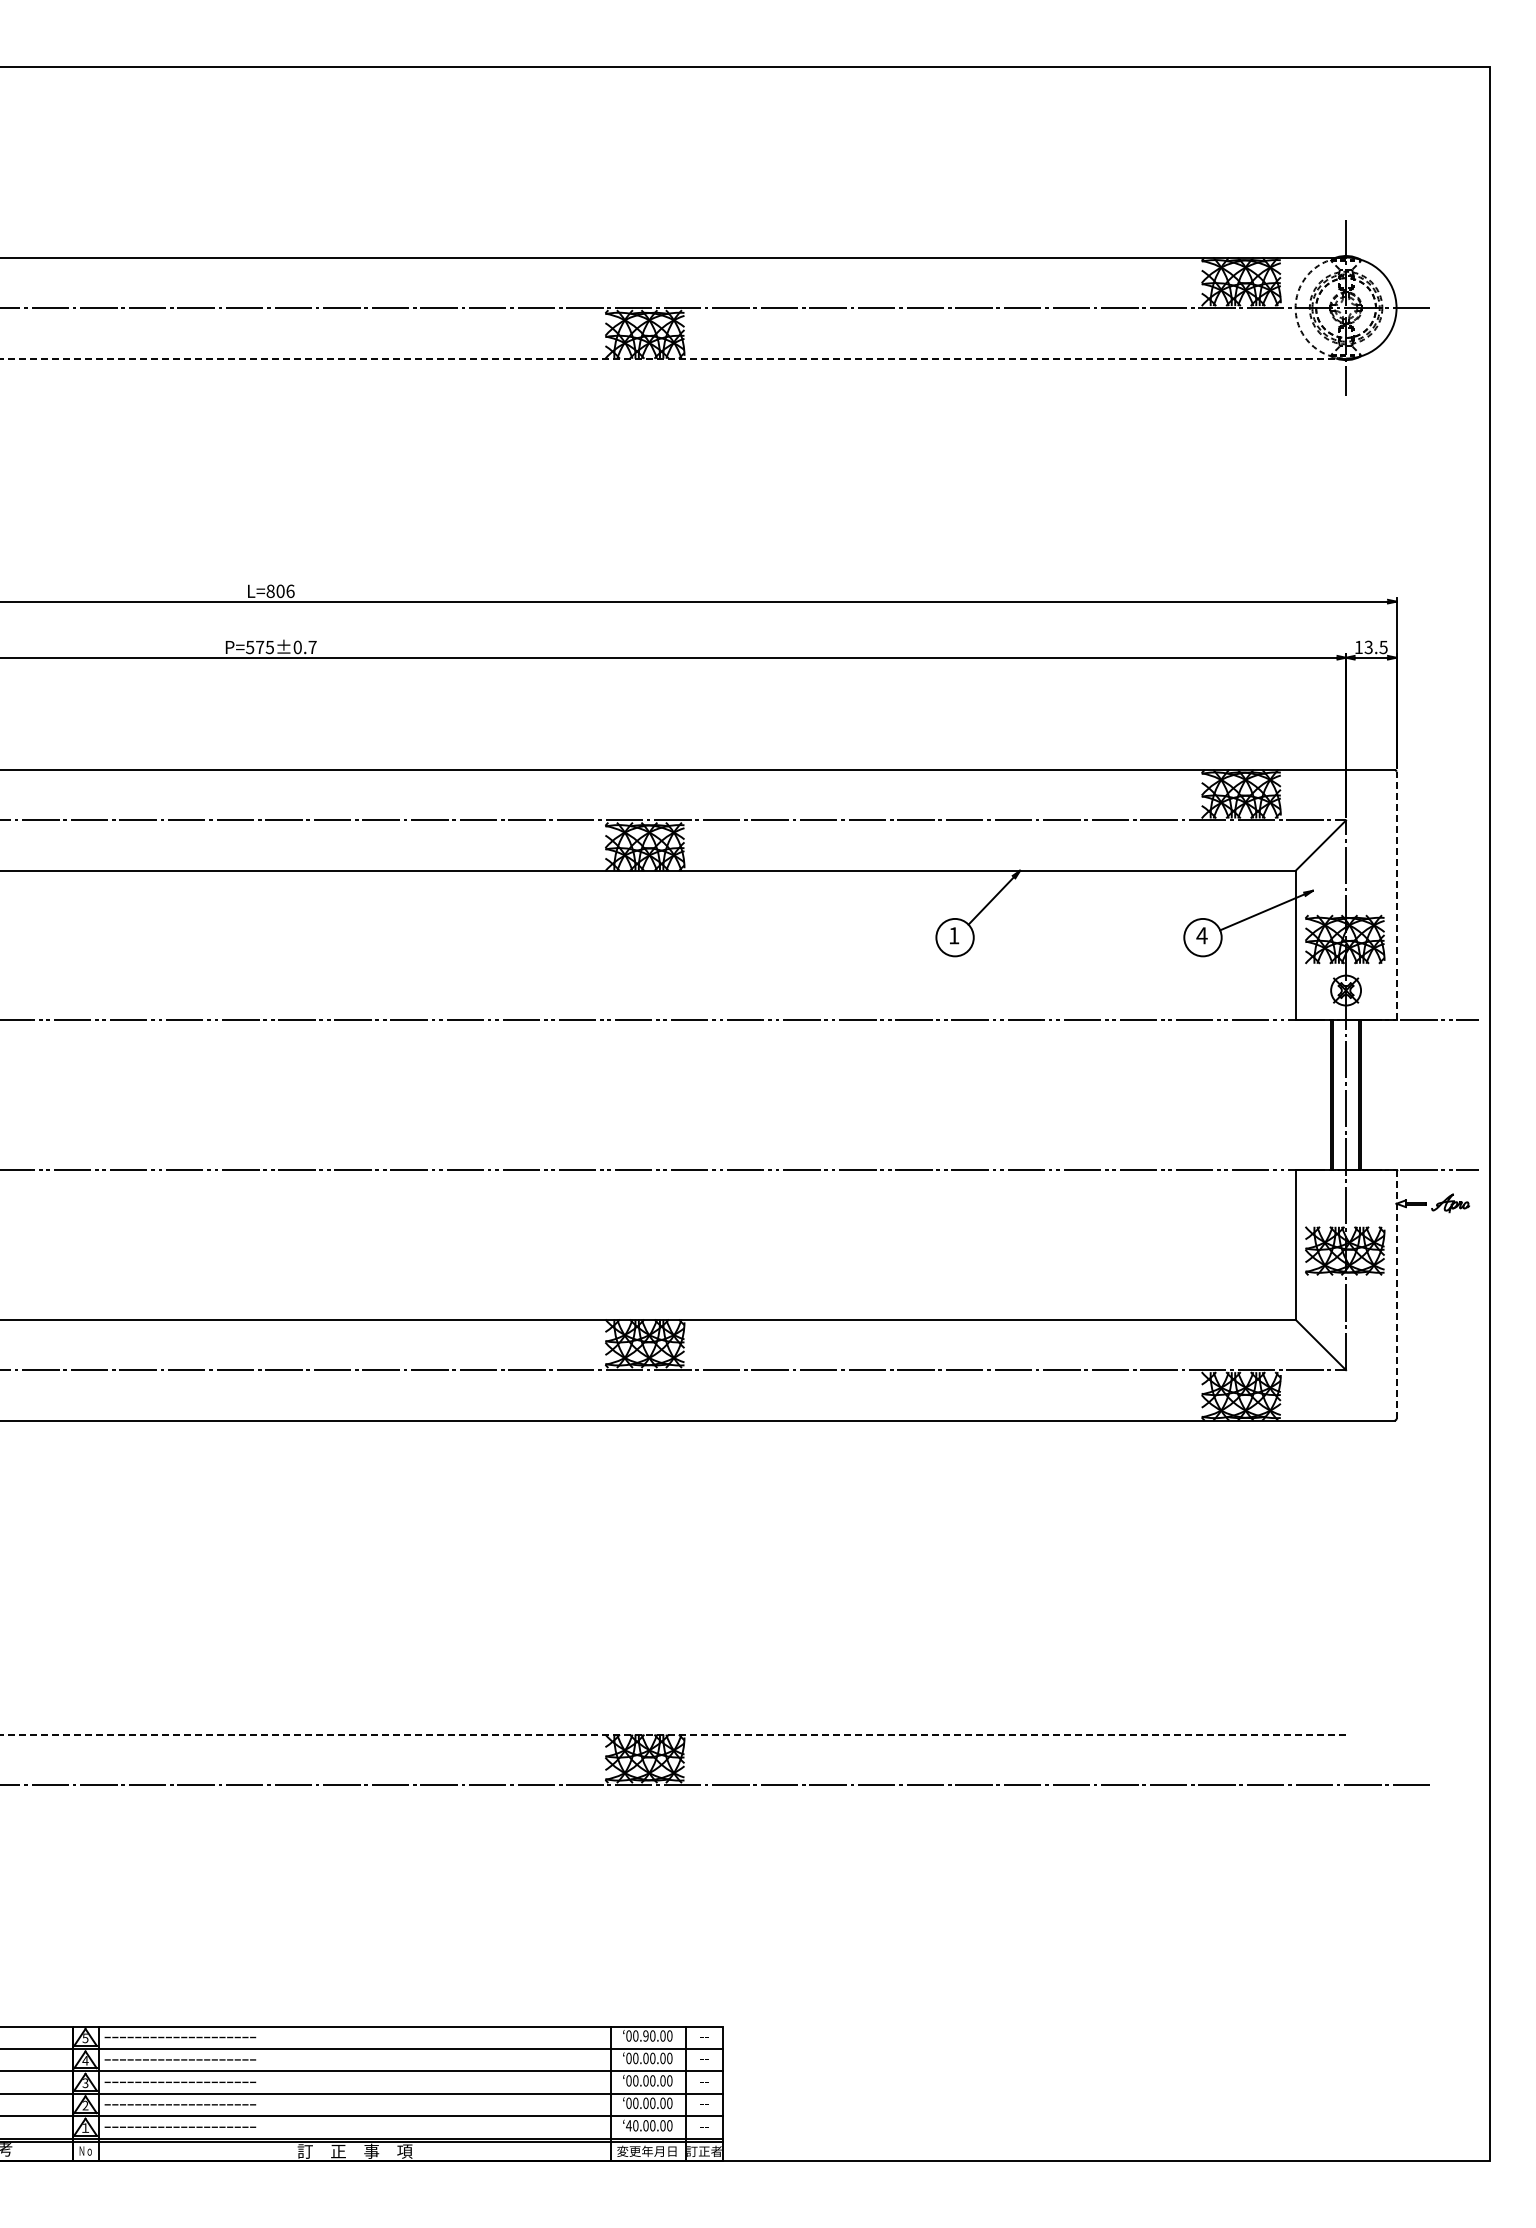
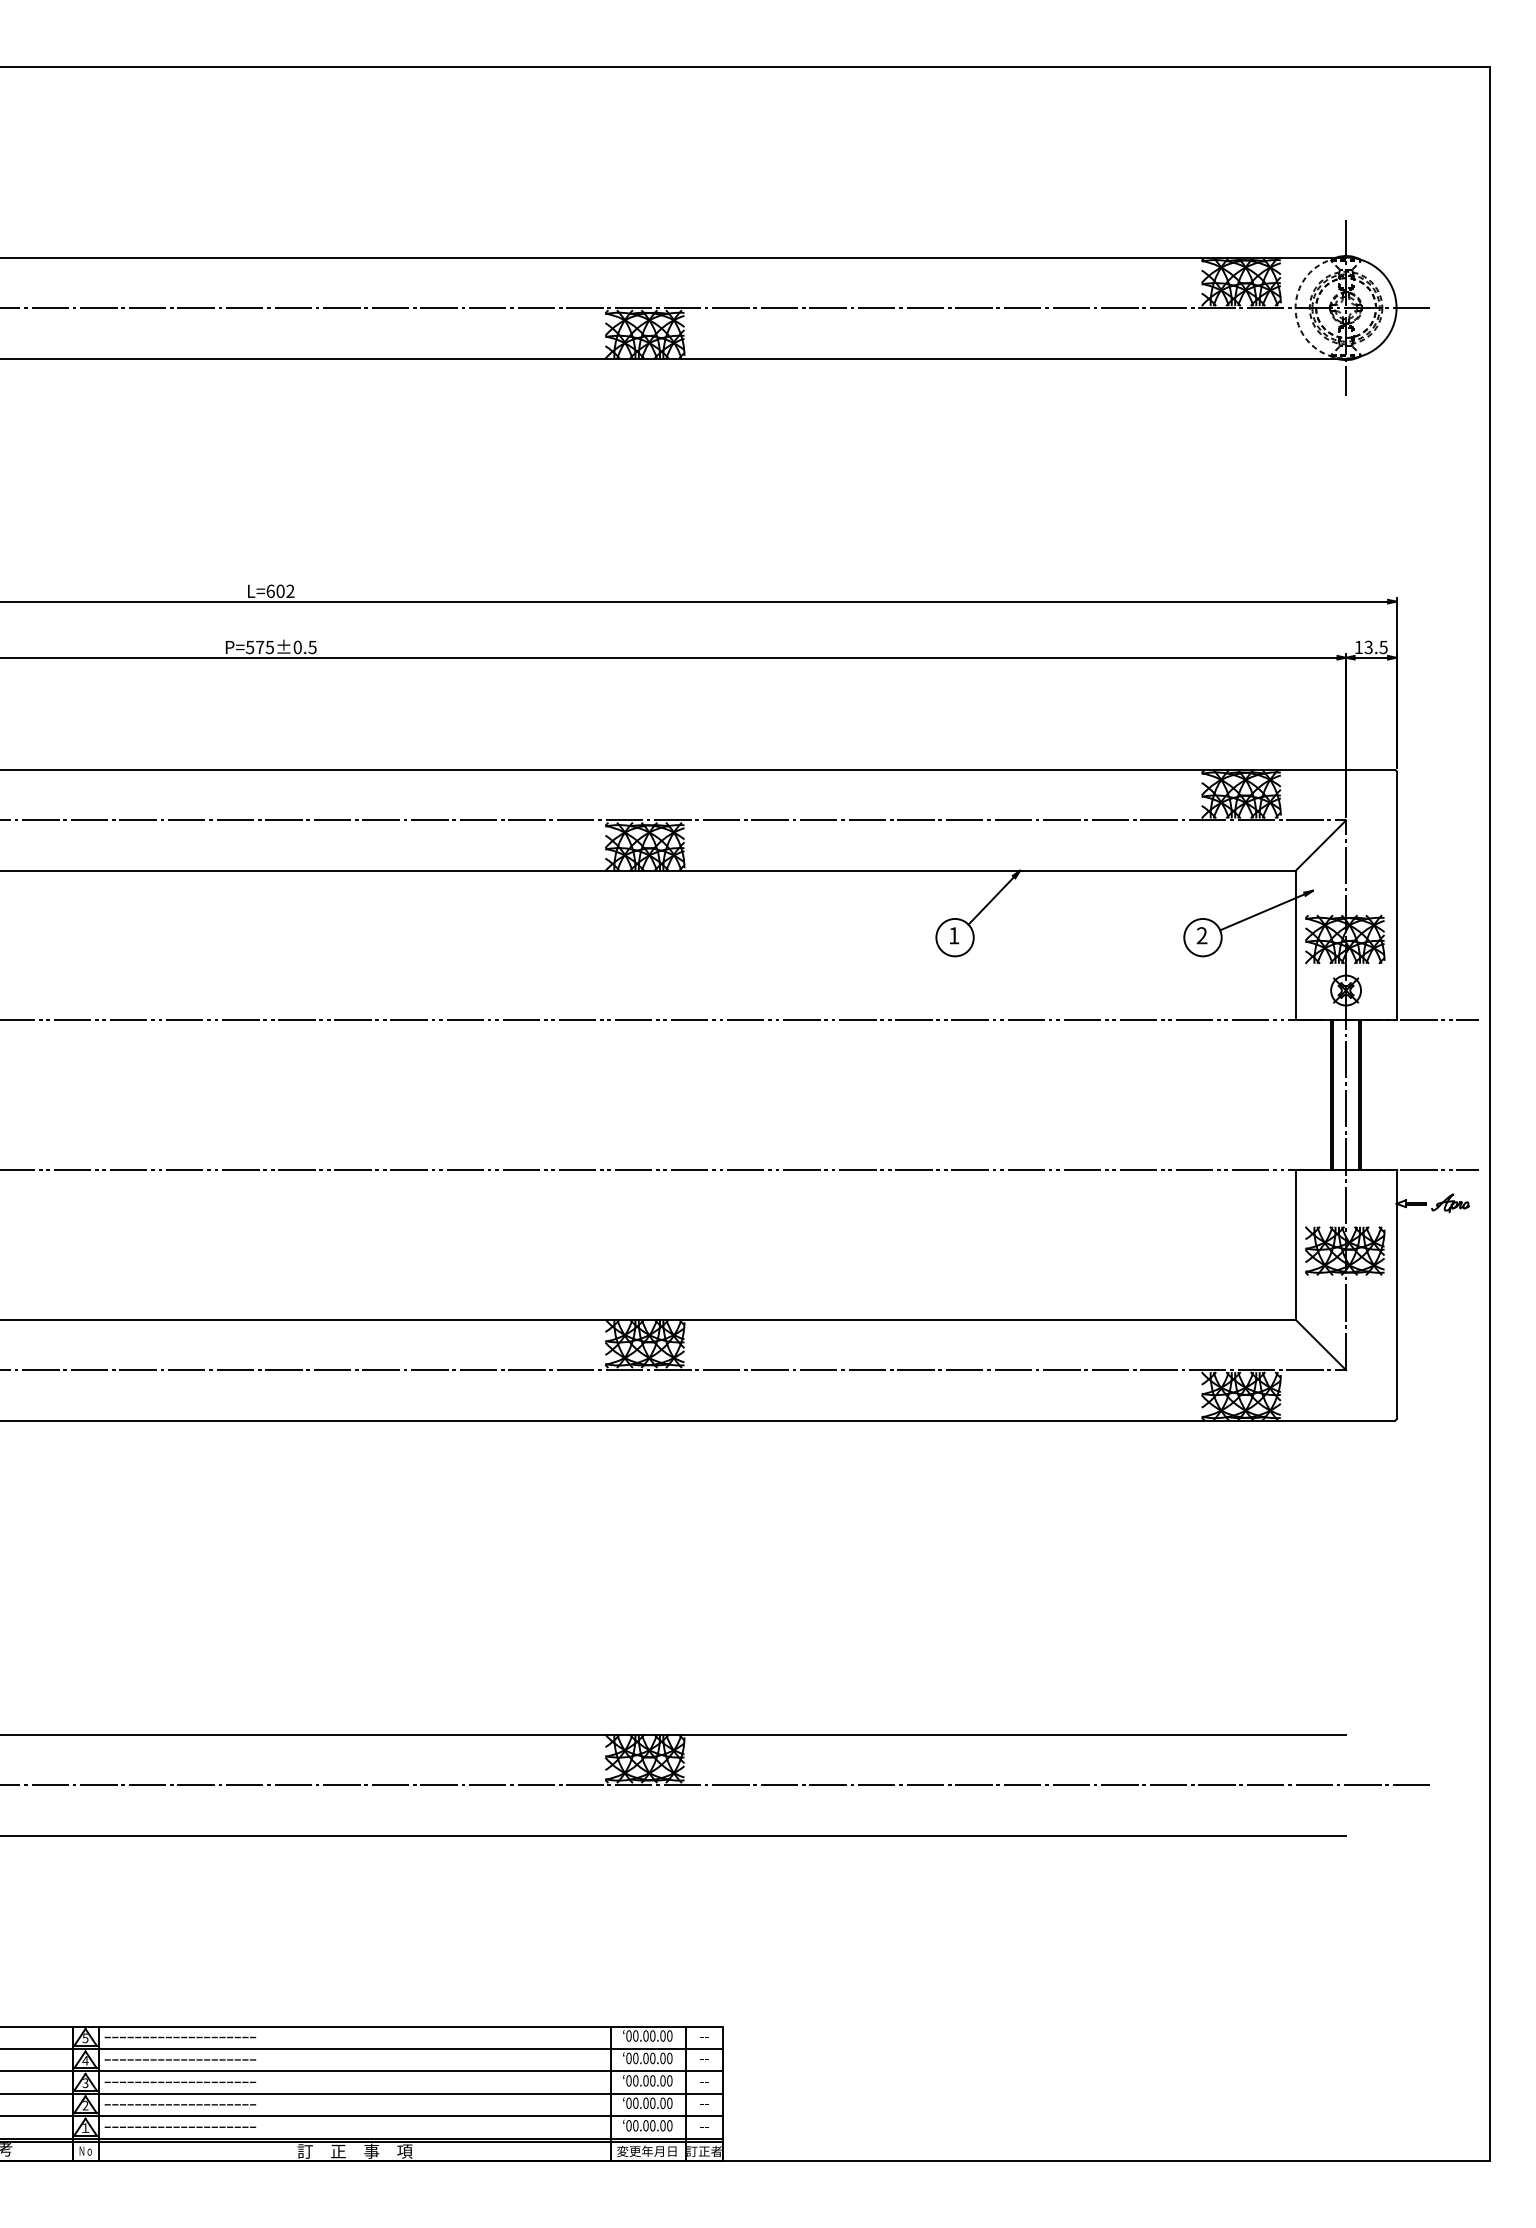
line at (673, 358): dashed -> solid
text at (280, 591): L=806 -> L=602
text at (312, 647): P=575±0.7 -> P=575±0.5
line at (1396, 895): dashed -> solid
text at (1201, 935): 4 -> 2
line at (1396, 1294): dashed -> solid
line at (673, 1734): dashed -> solid
line at (674, 1835): none -> present
text at (645, 2035): 00.90.00 -> 00.00.00
text at (628, 2125): 40.00.00 -> 00.00.00
